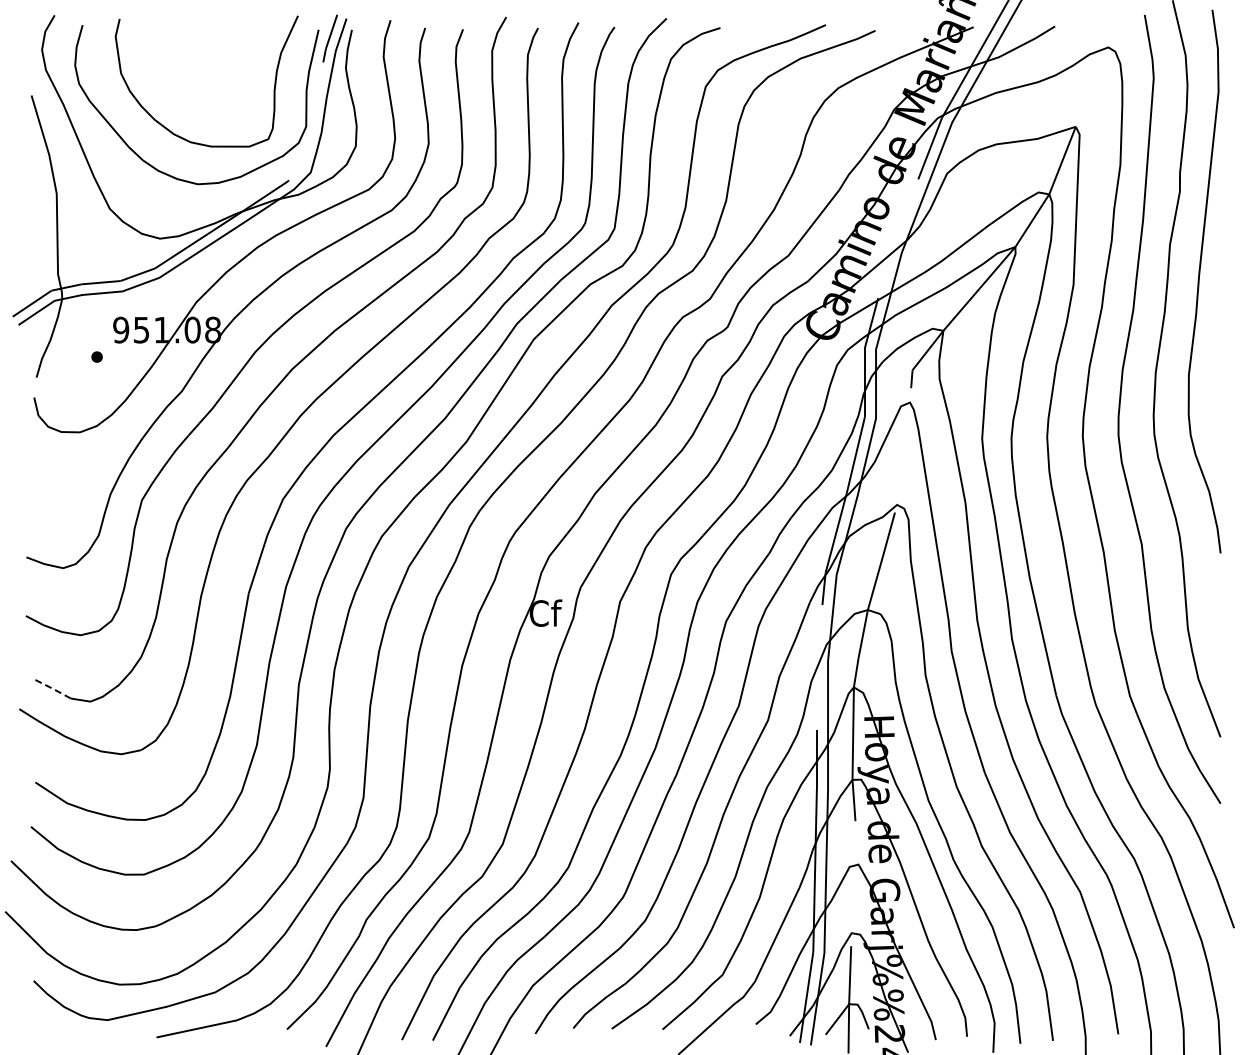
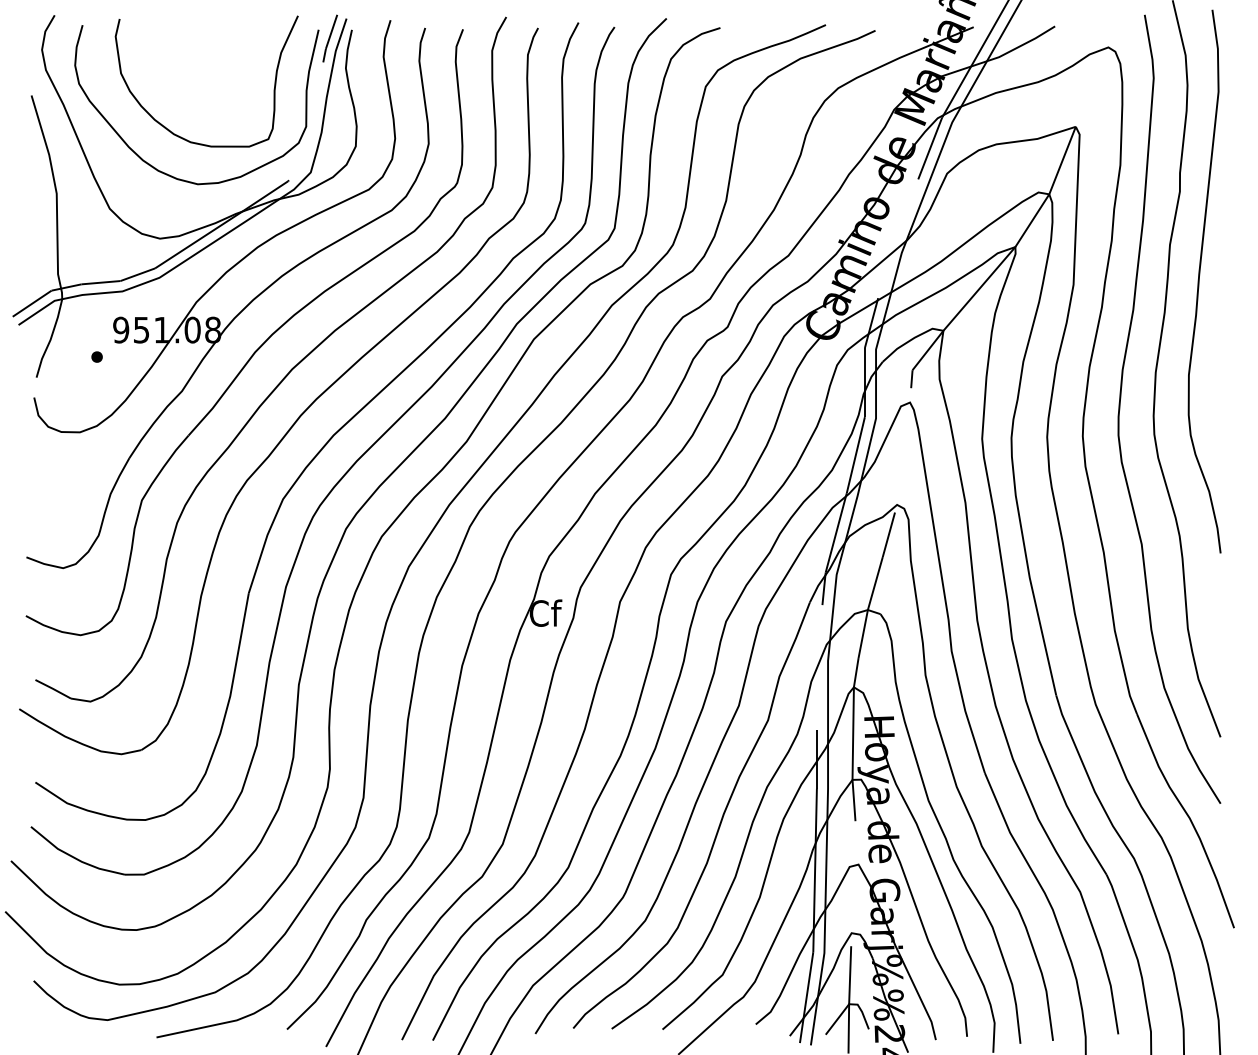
line at (53, 688): dashed -> solid
